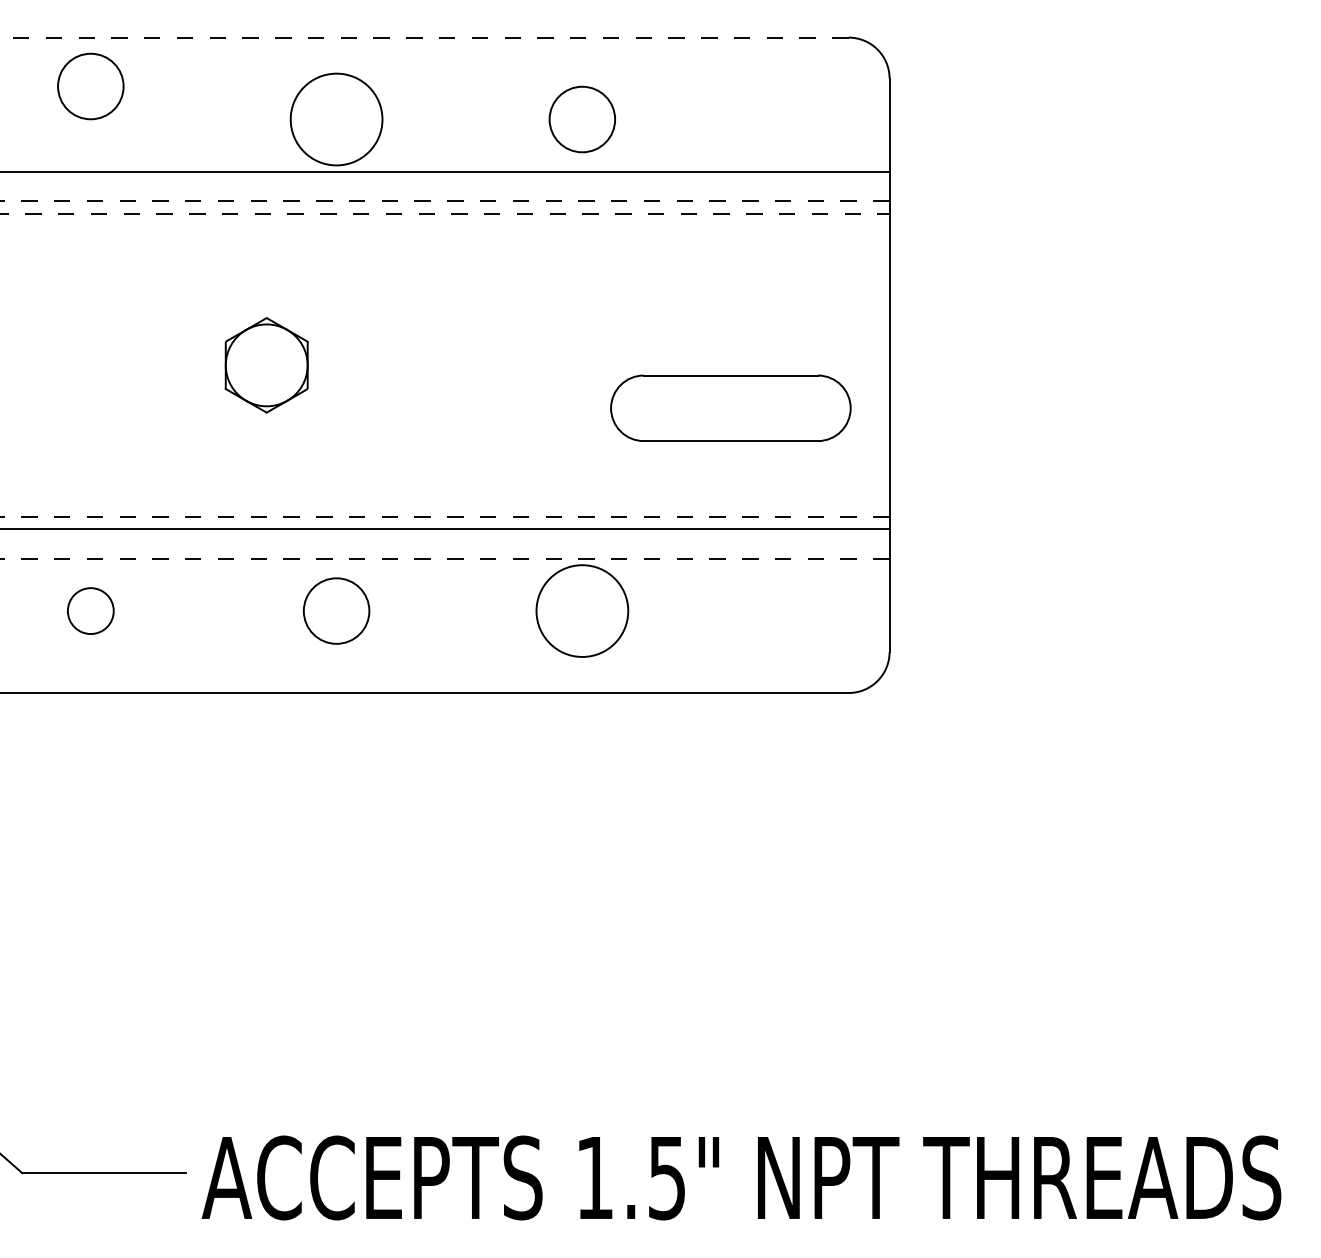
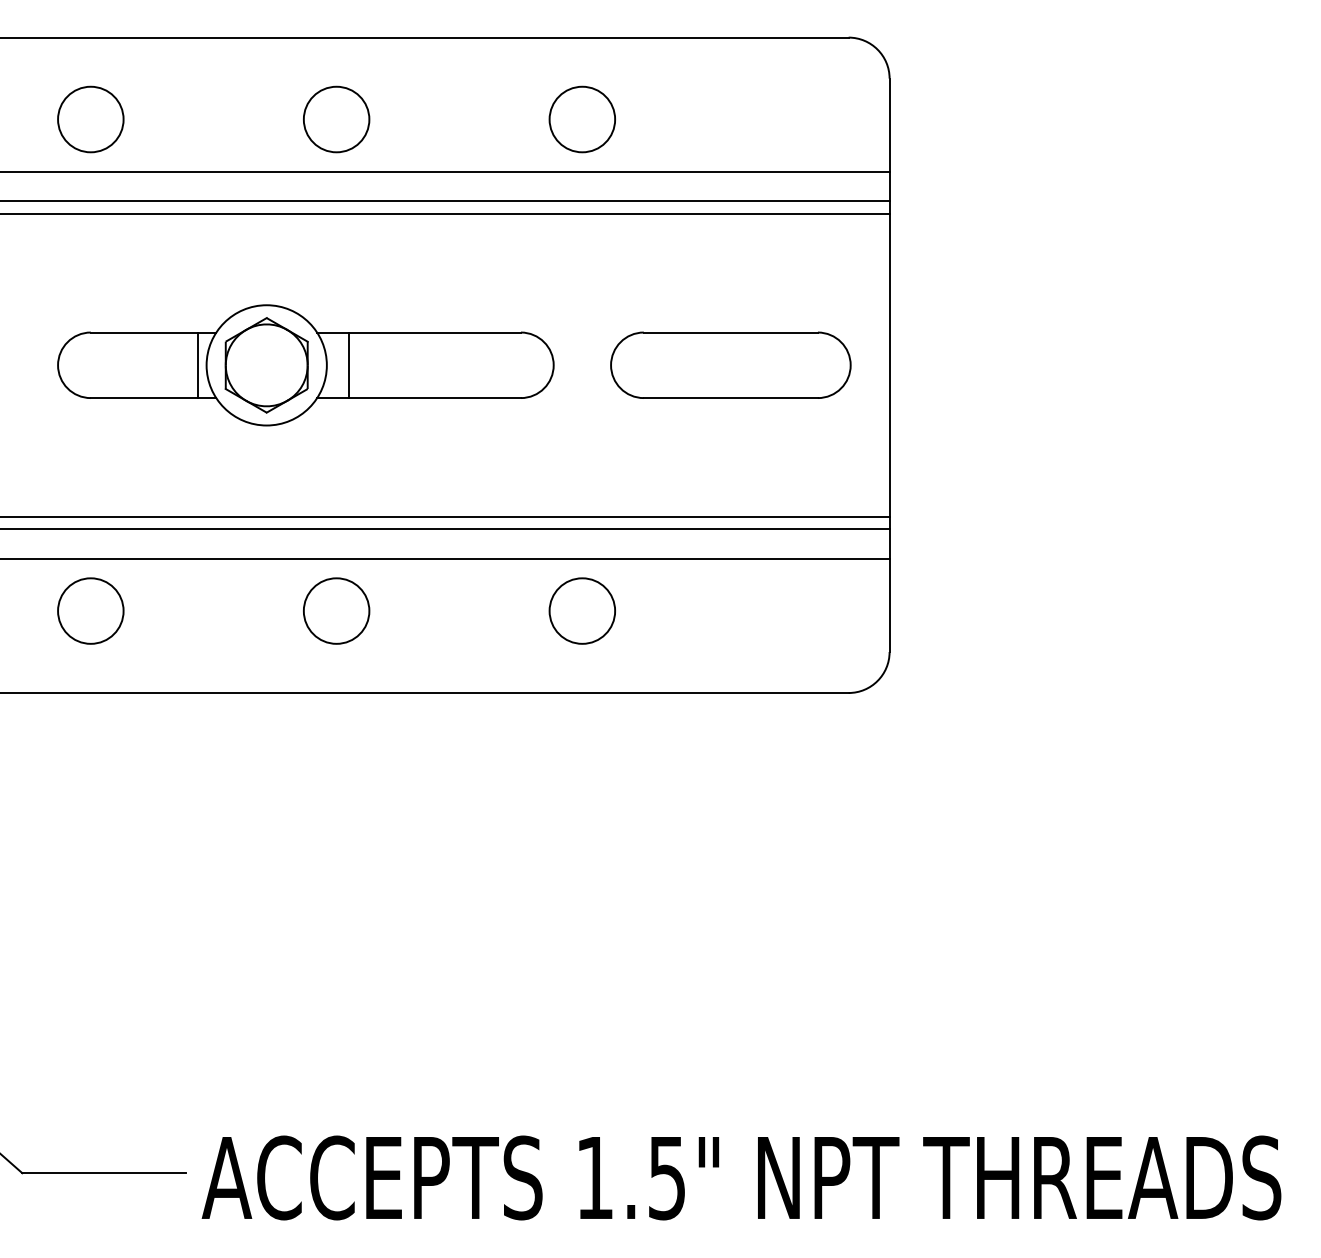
line at (423, 37): dashed -> solid
circle at (90, 86) position: (90, 86) -> (90, 119)
circle at (336, 119) diameter: 92 px -> 66 px
line at (444, 201): dashed -> solid
line at (444, 213): dashed -> solid
part at (305, 365): none -> present
part at (730, 407) position: (730, 407) -> (730, 364)
line at (444, 516): dashed -> solid
line at (444, 558): dashed -> solid
circle at (582, 610) diameter: 92 px -> 66 px
circle at (90, 611) diameter: 46 px -> 66 px
